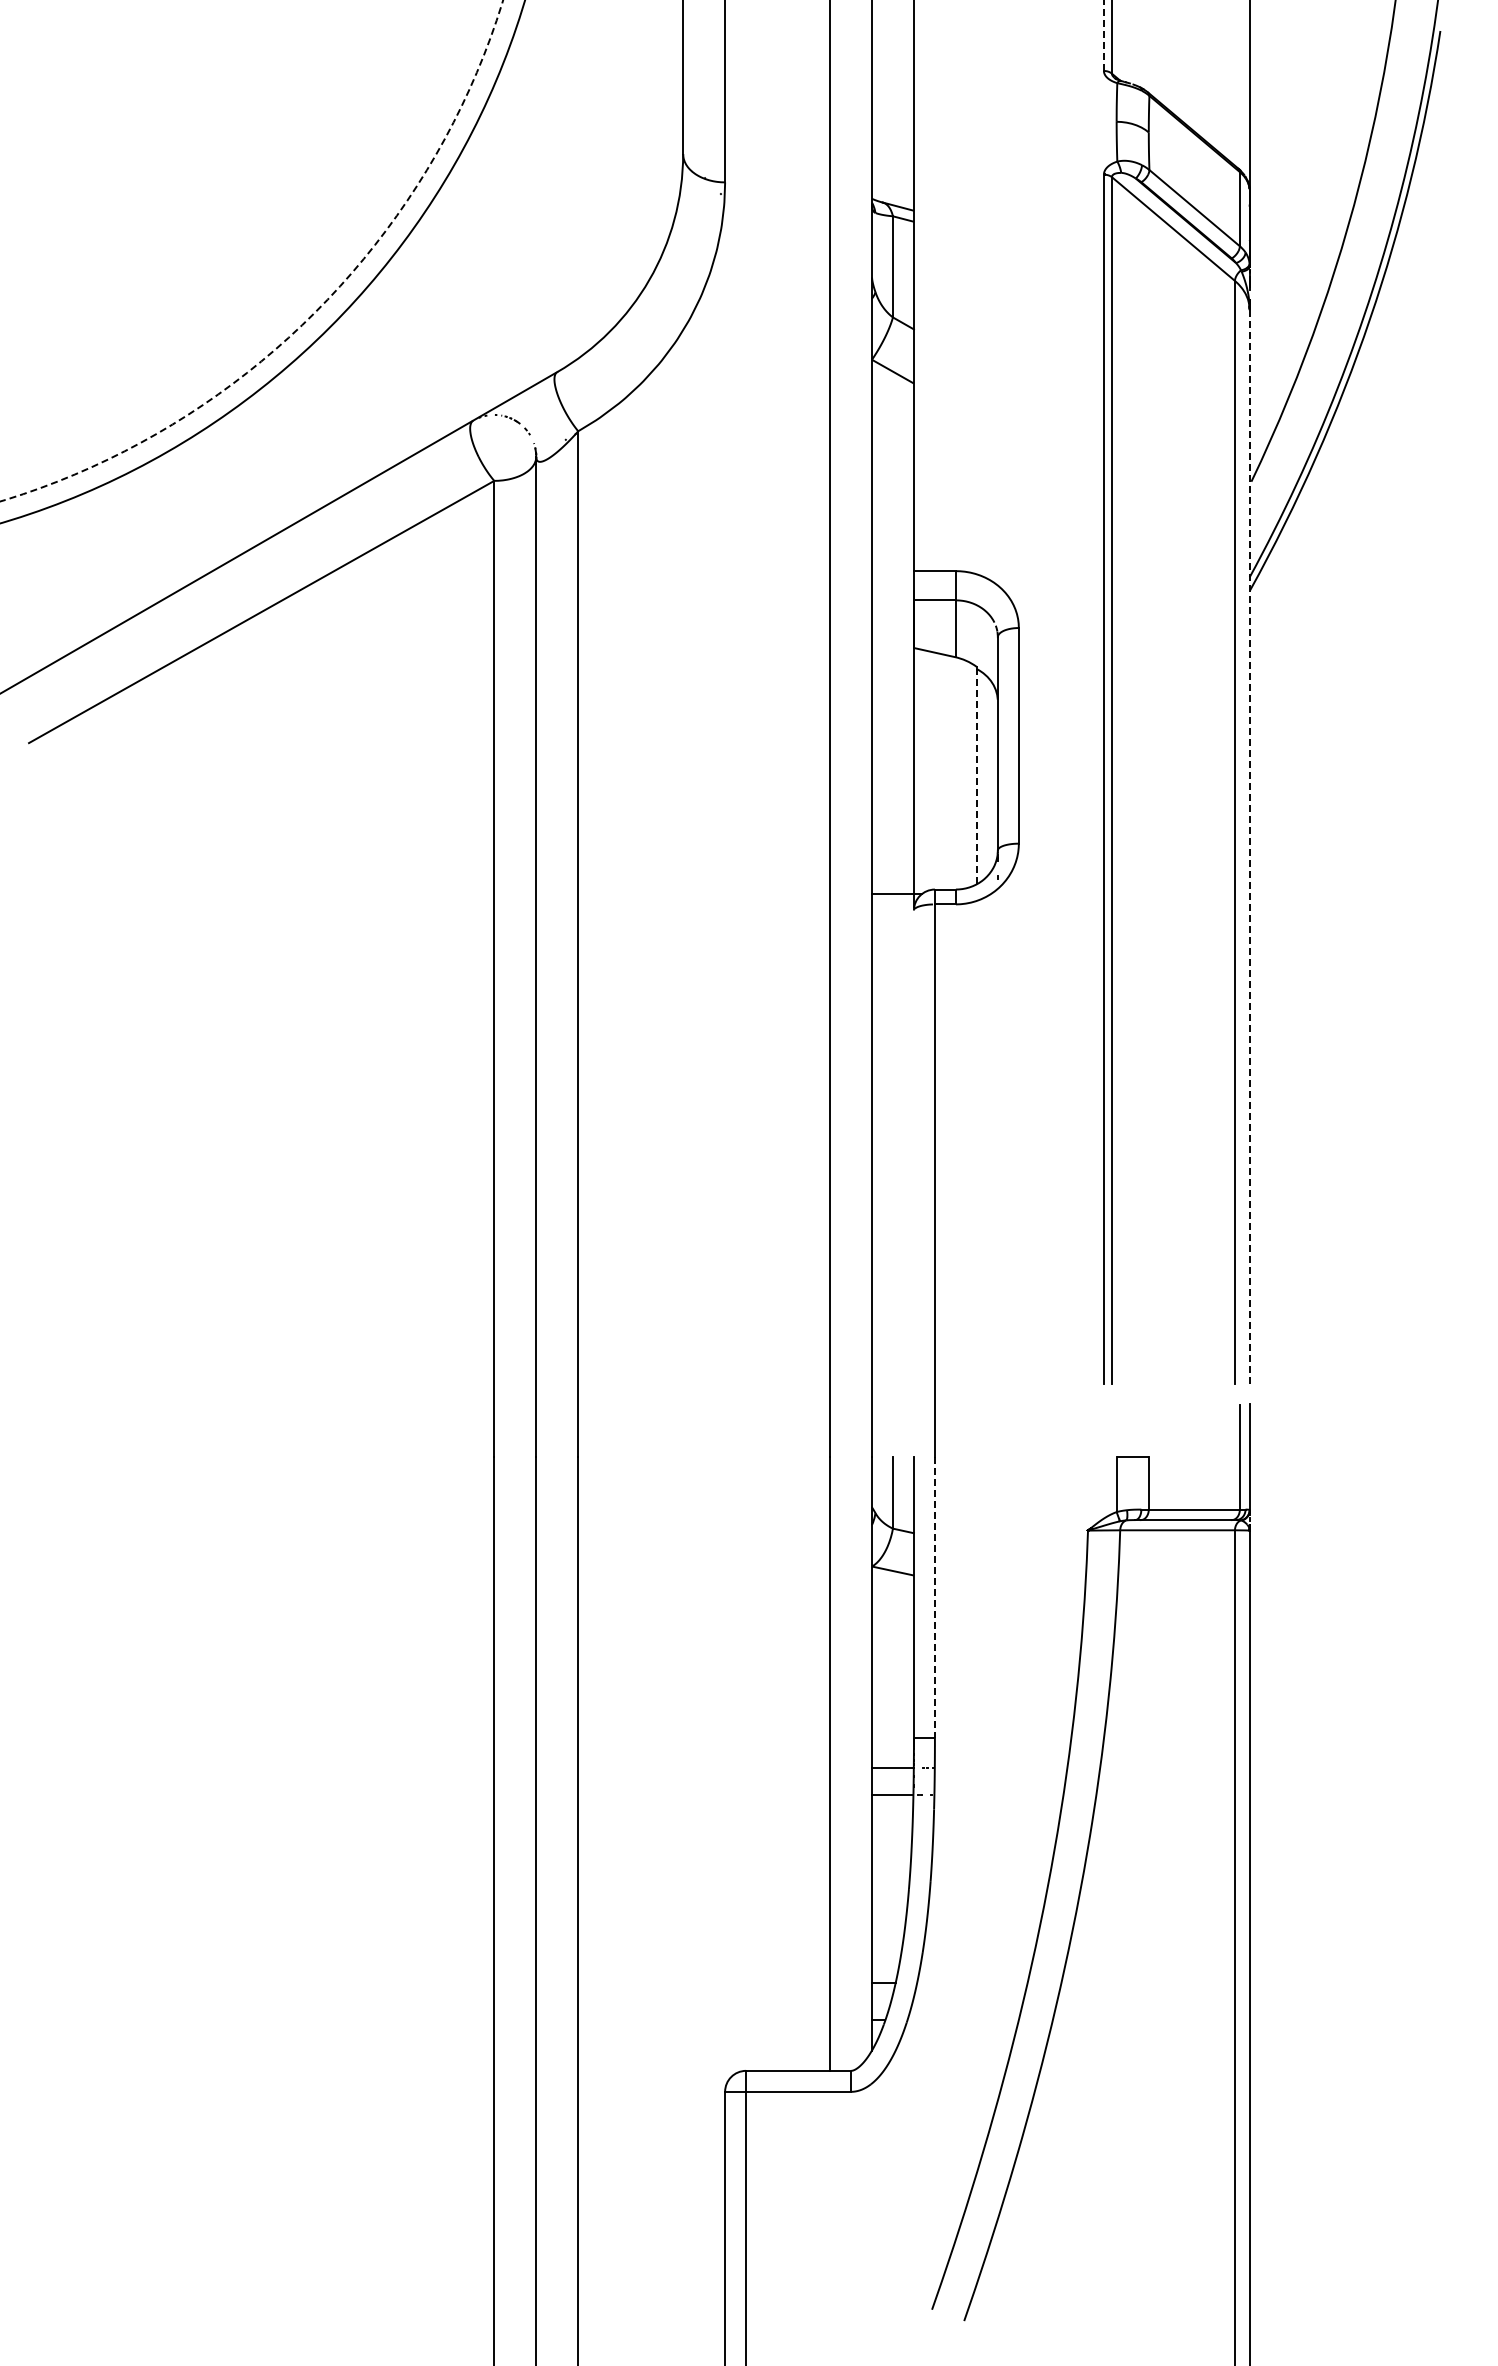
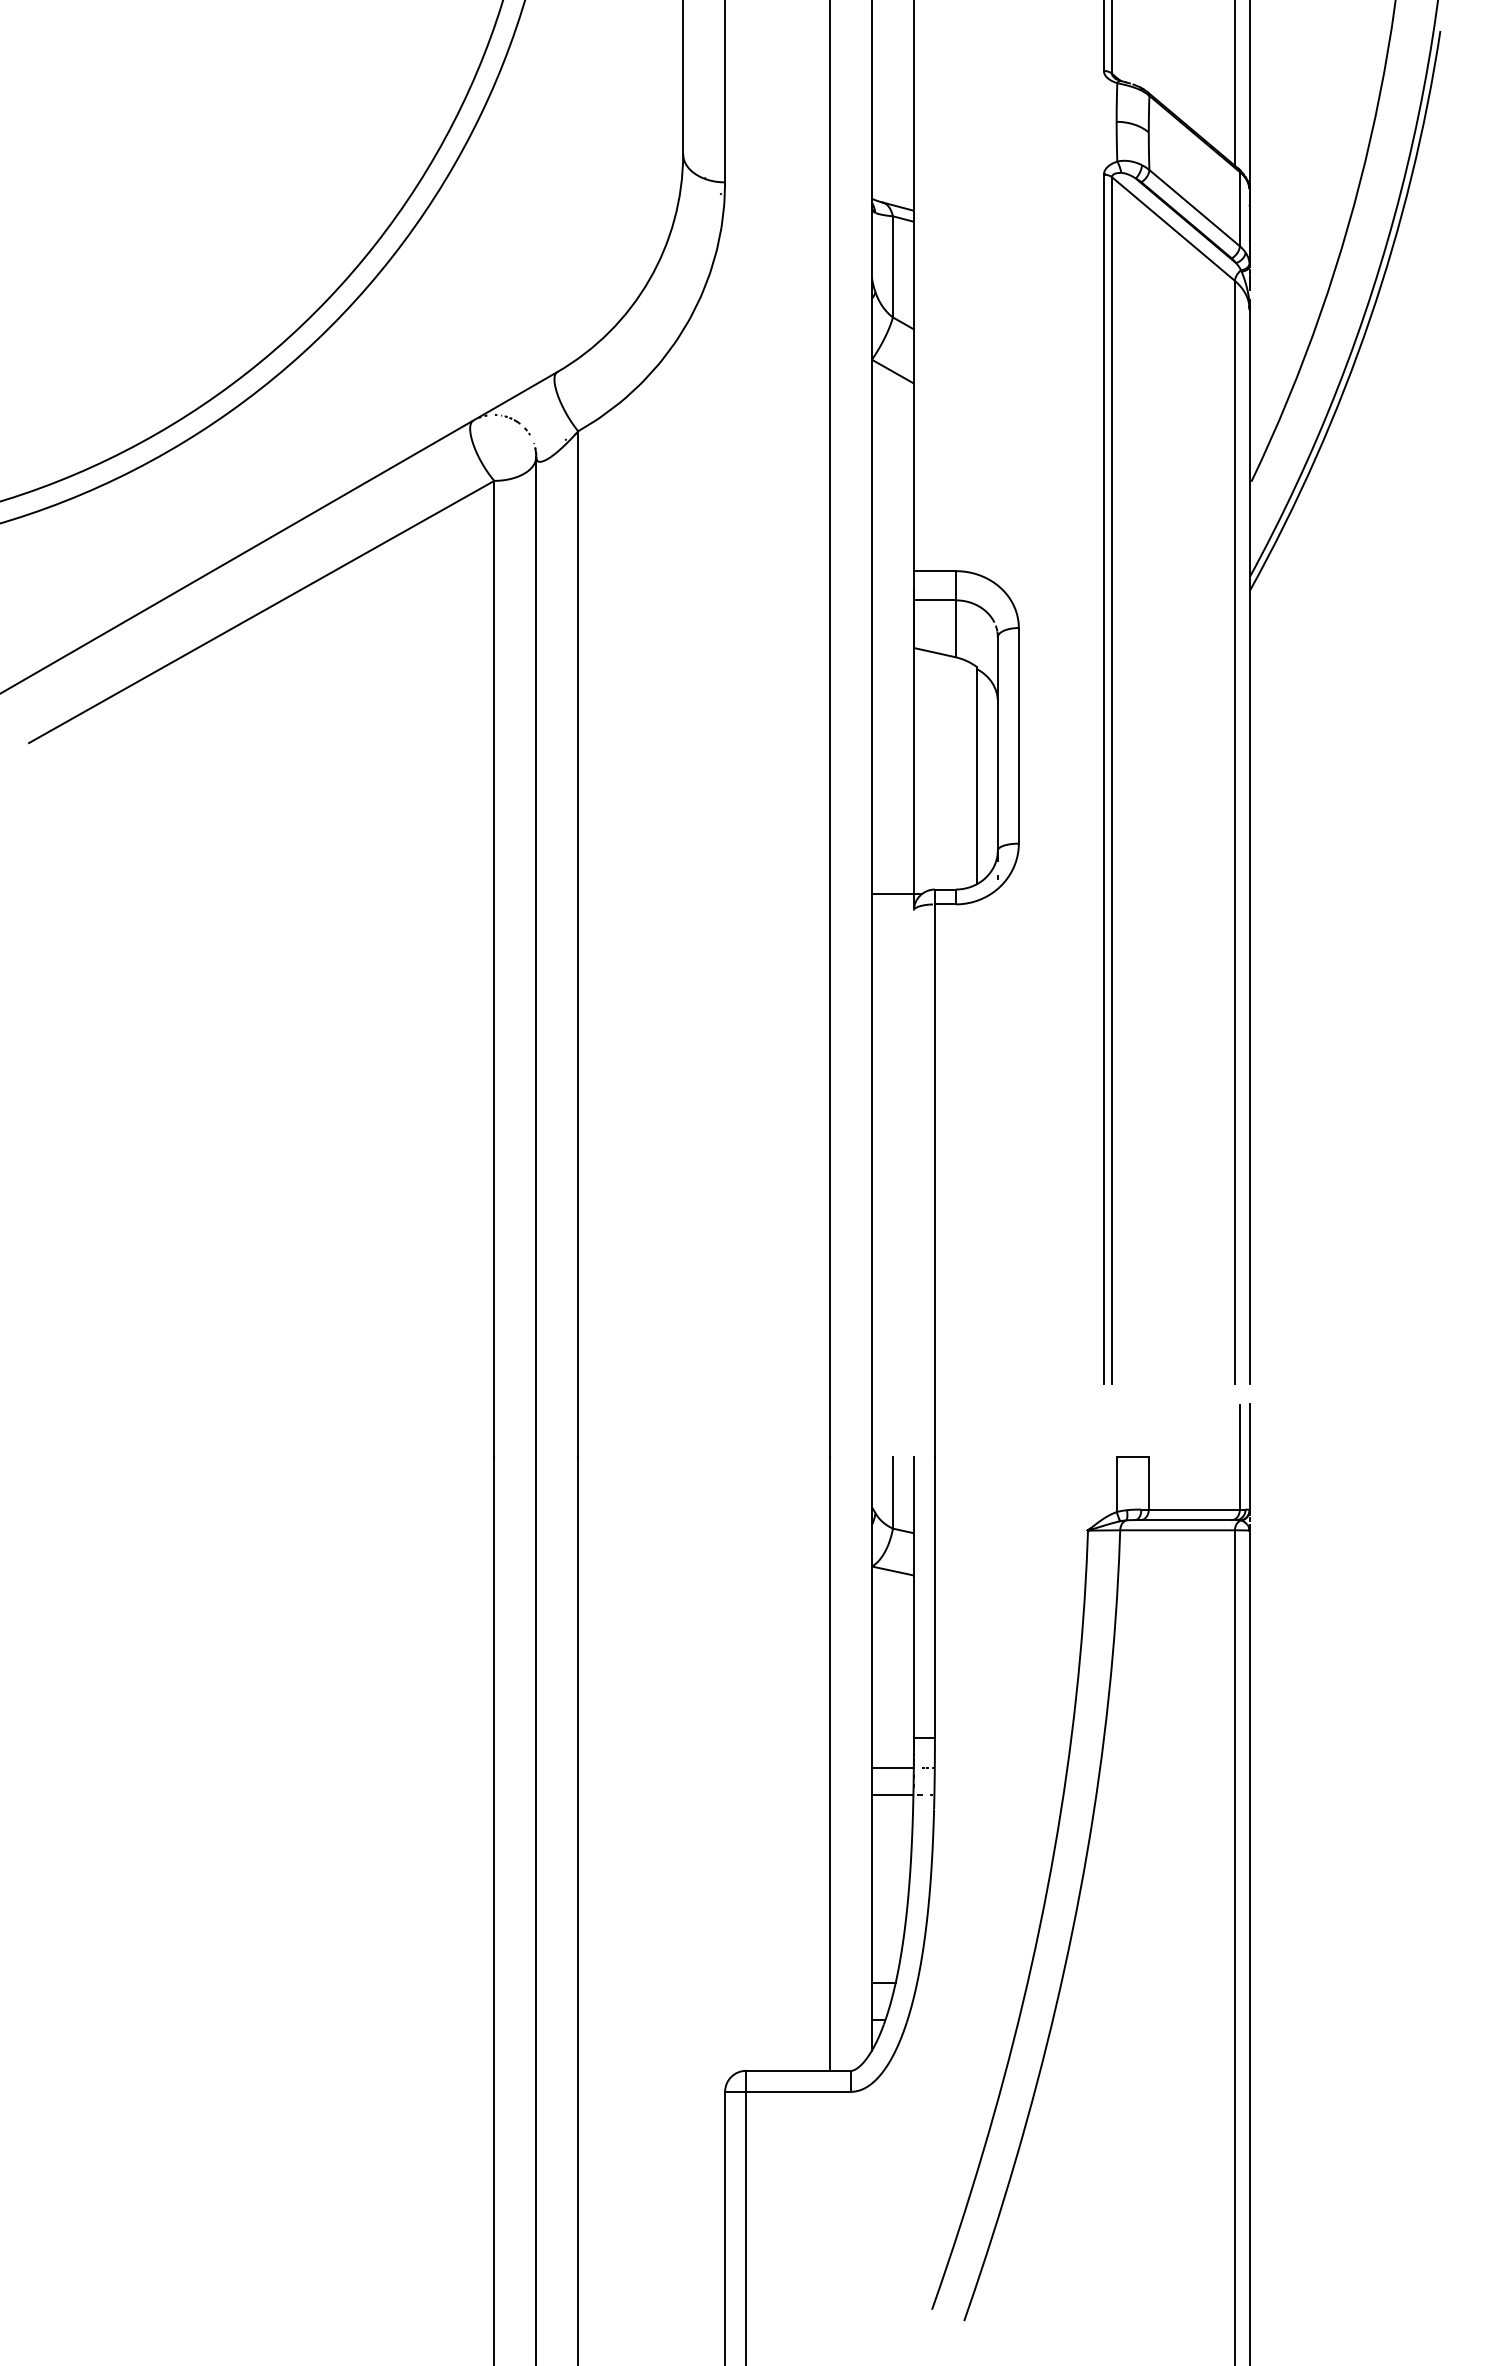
line at (1103, 35): dashed -> solid
line at (1234, 83): none -> present
arc at (315, 312): dashed -> solid
line at (976, 776): dashed -> solid
line at (1249, 846): dashed -> solid
line at (934, 1598): dashed -> solid
